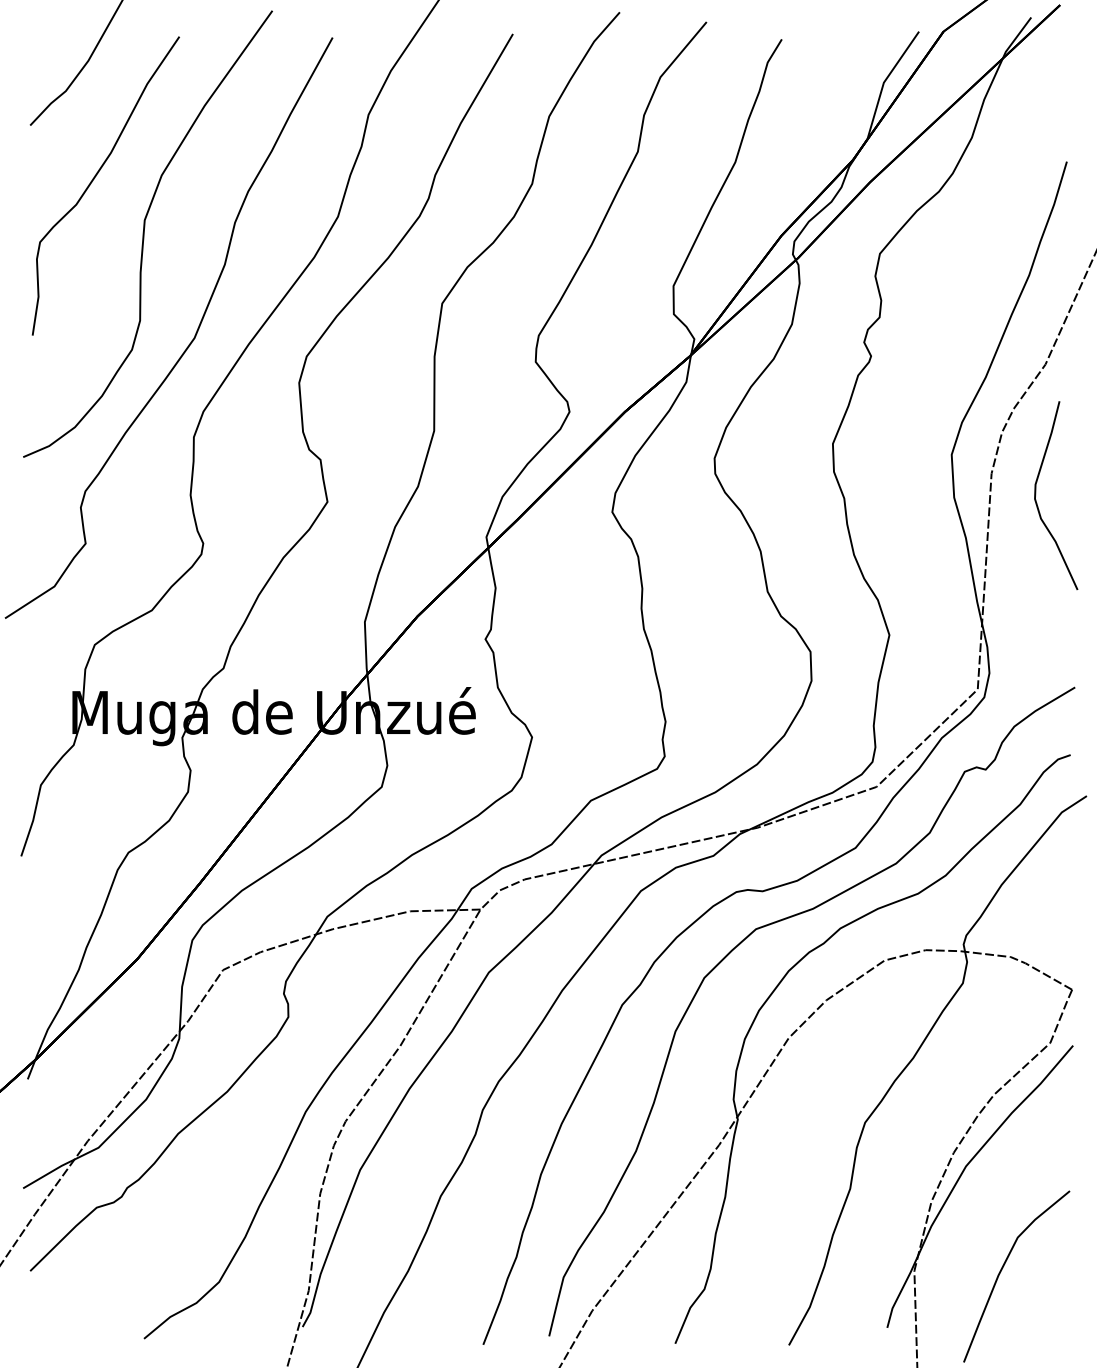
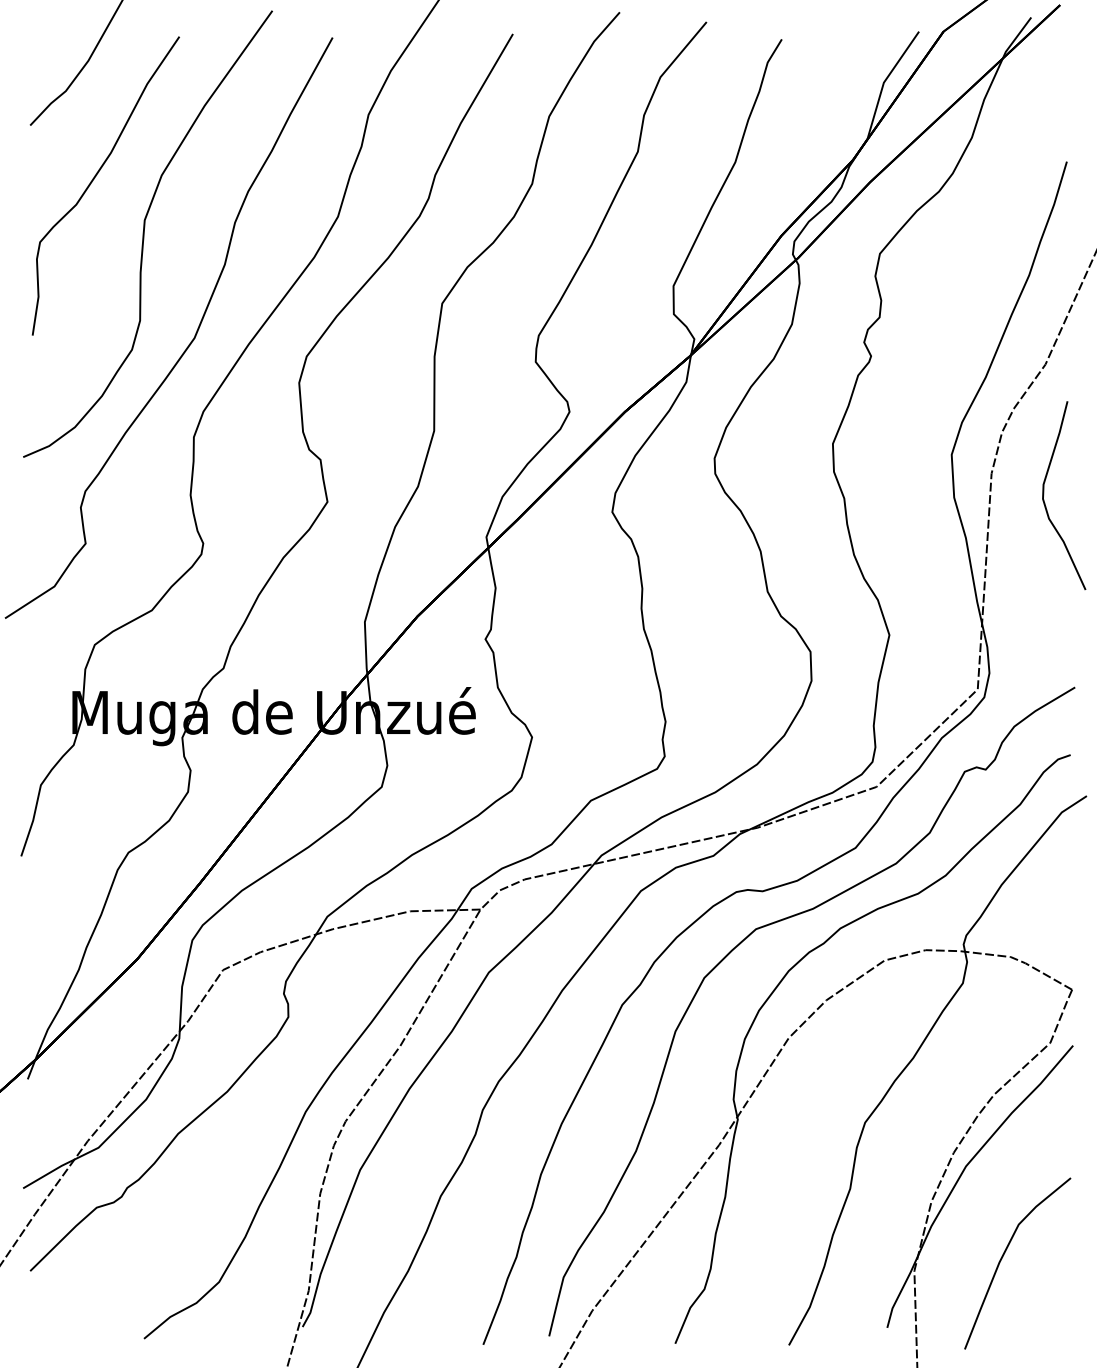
curve at (1036, 494) position: (1036, 494) -> (1044, 494)
curve at (1002, 1270) position: (1002, 1270) -> (1003, 1257)
